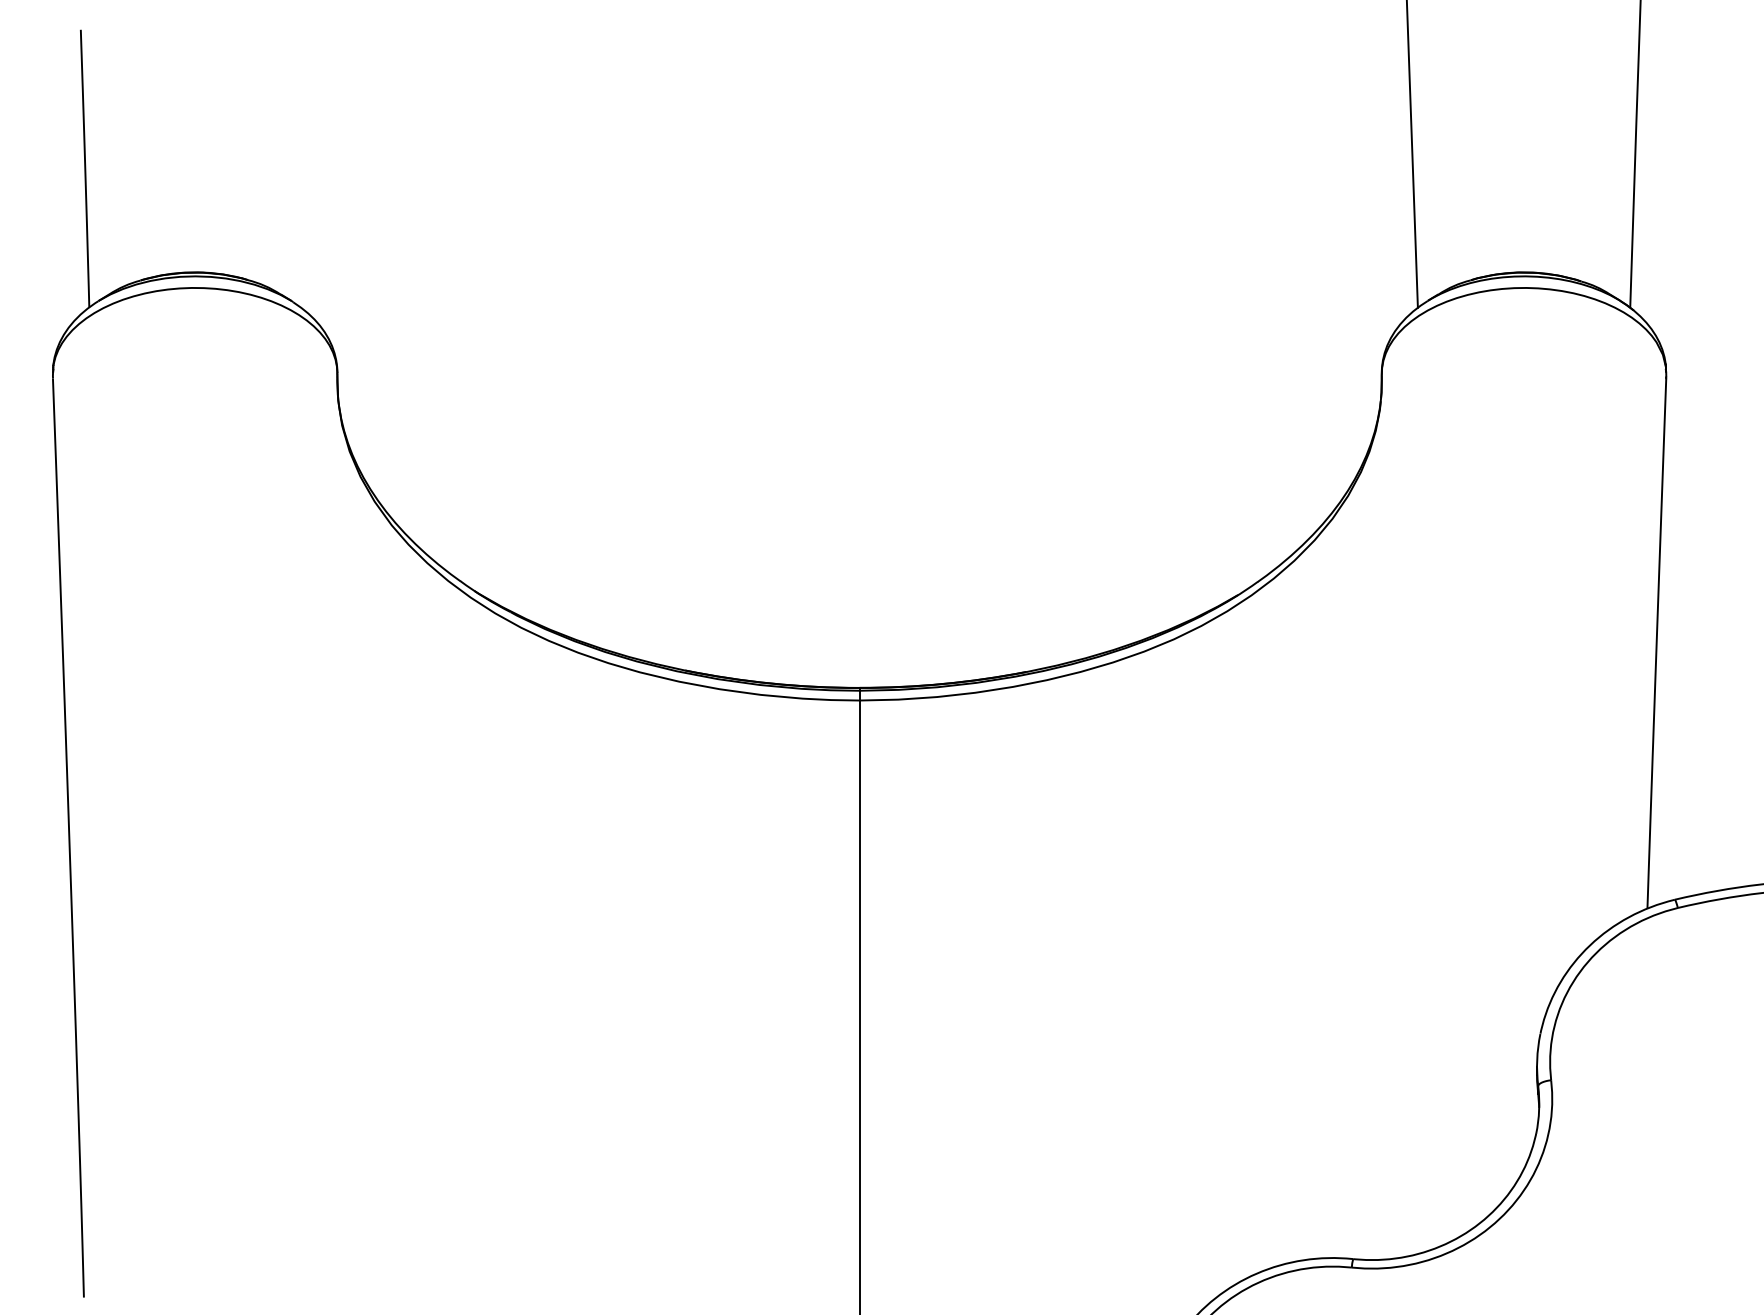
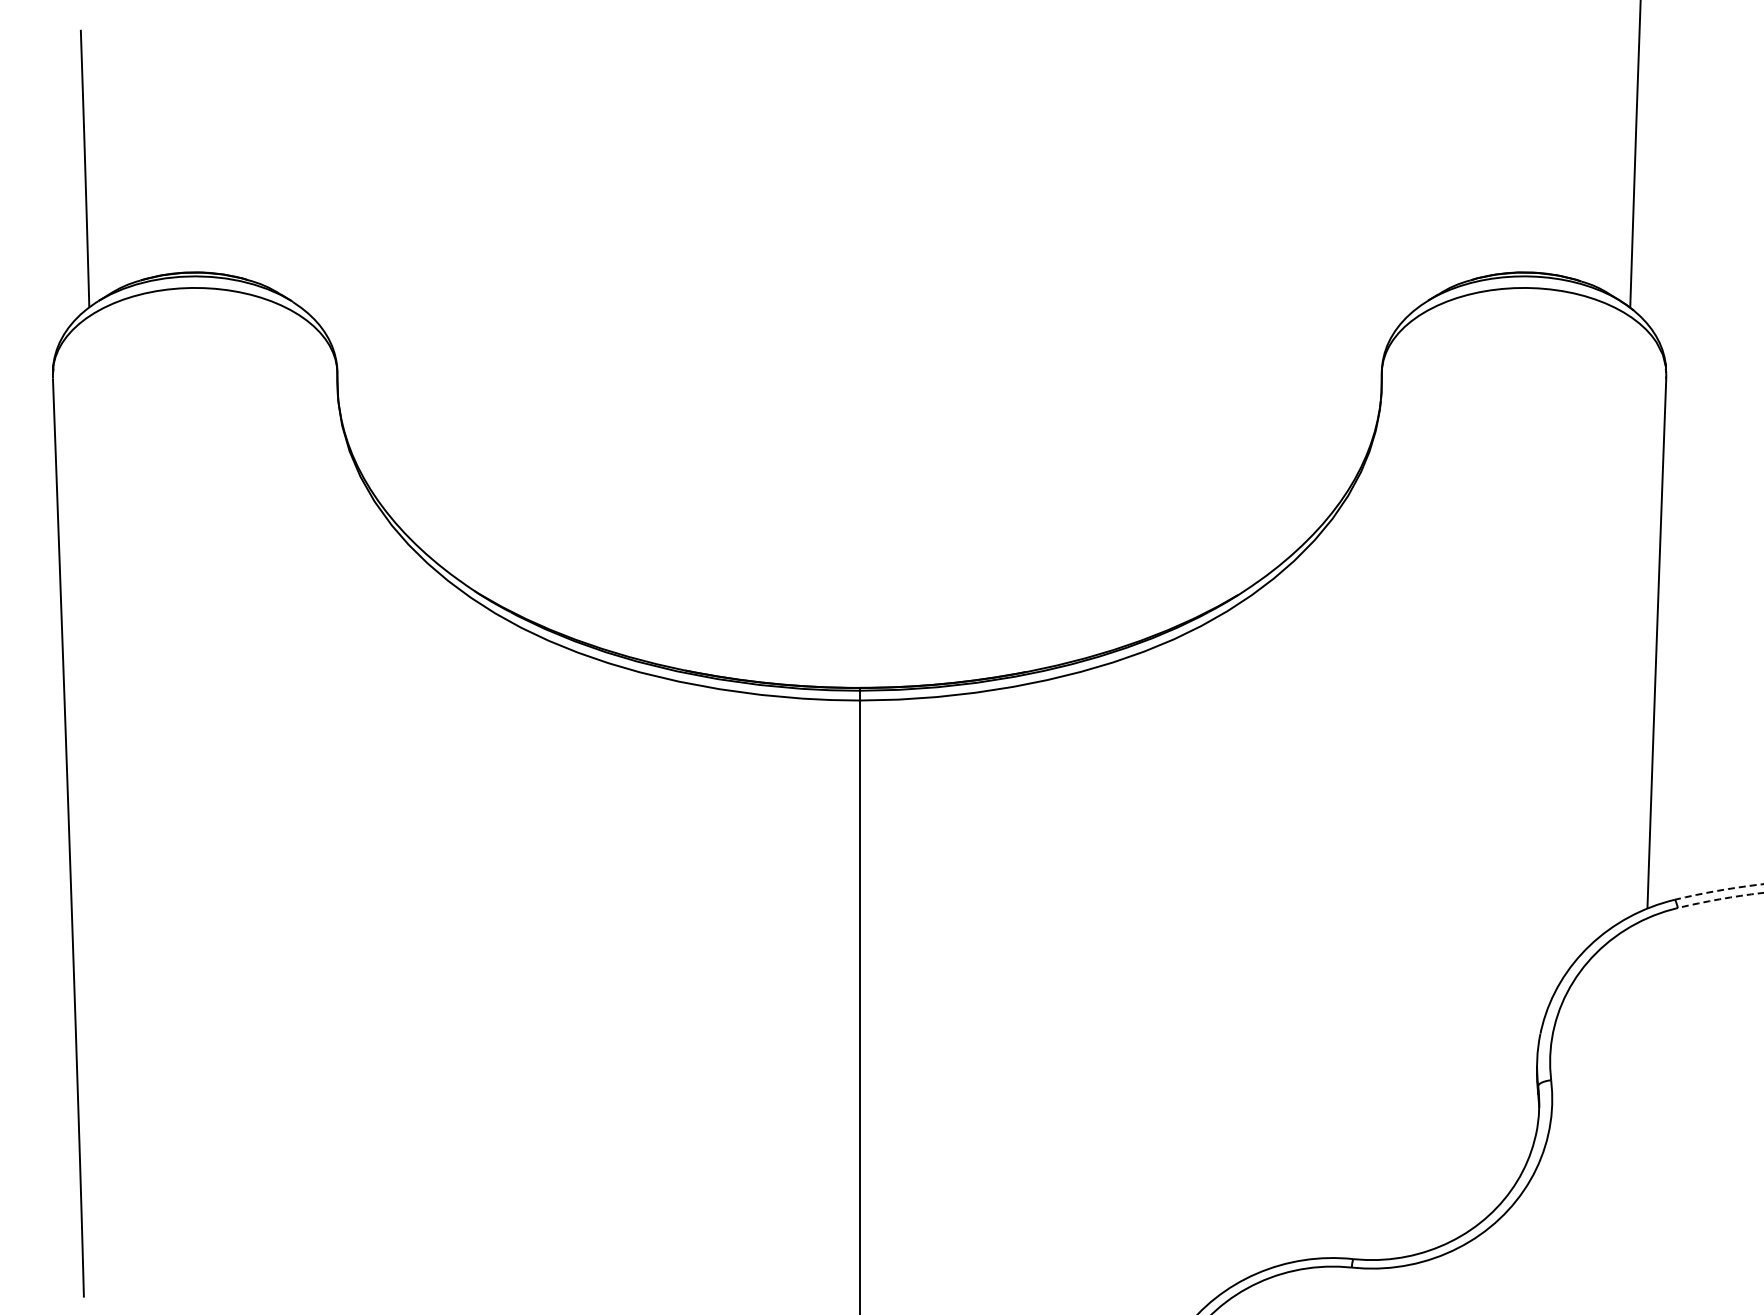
line at (1411, 154): present -> none
arc at (1718, 890): solid -> dashed
arc at (1720, 899): solid -> dashed
